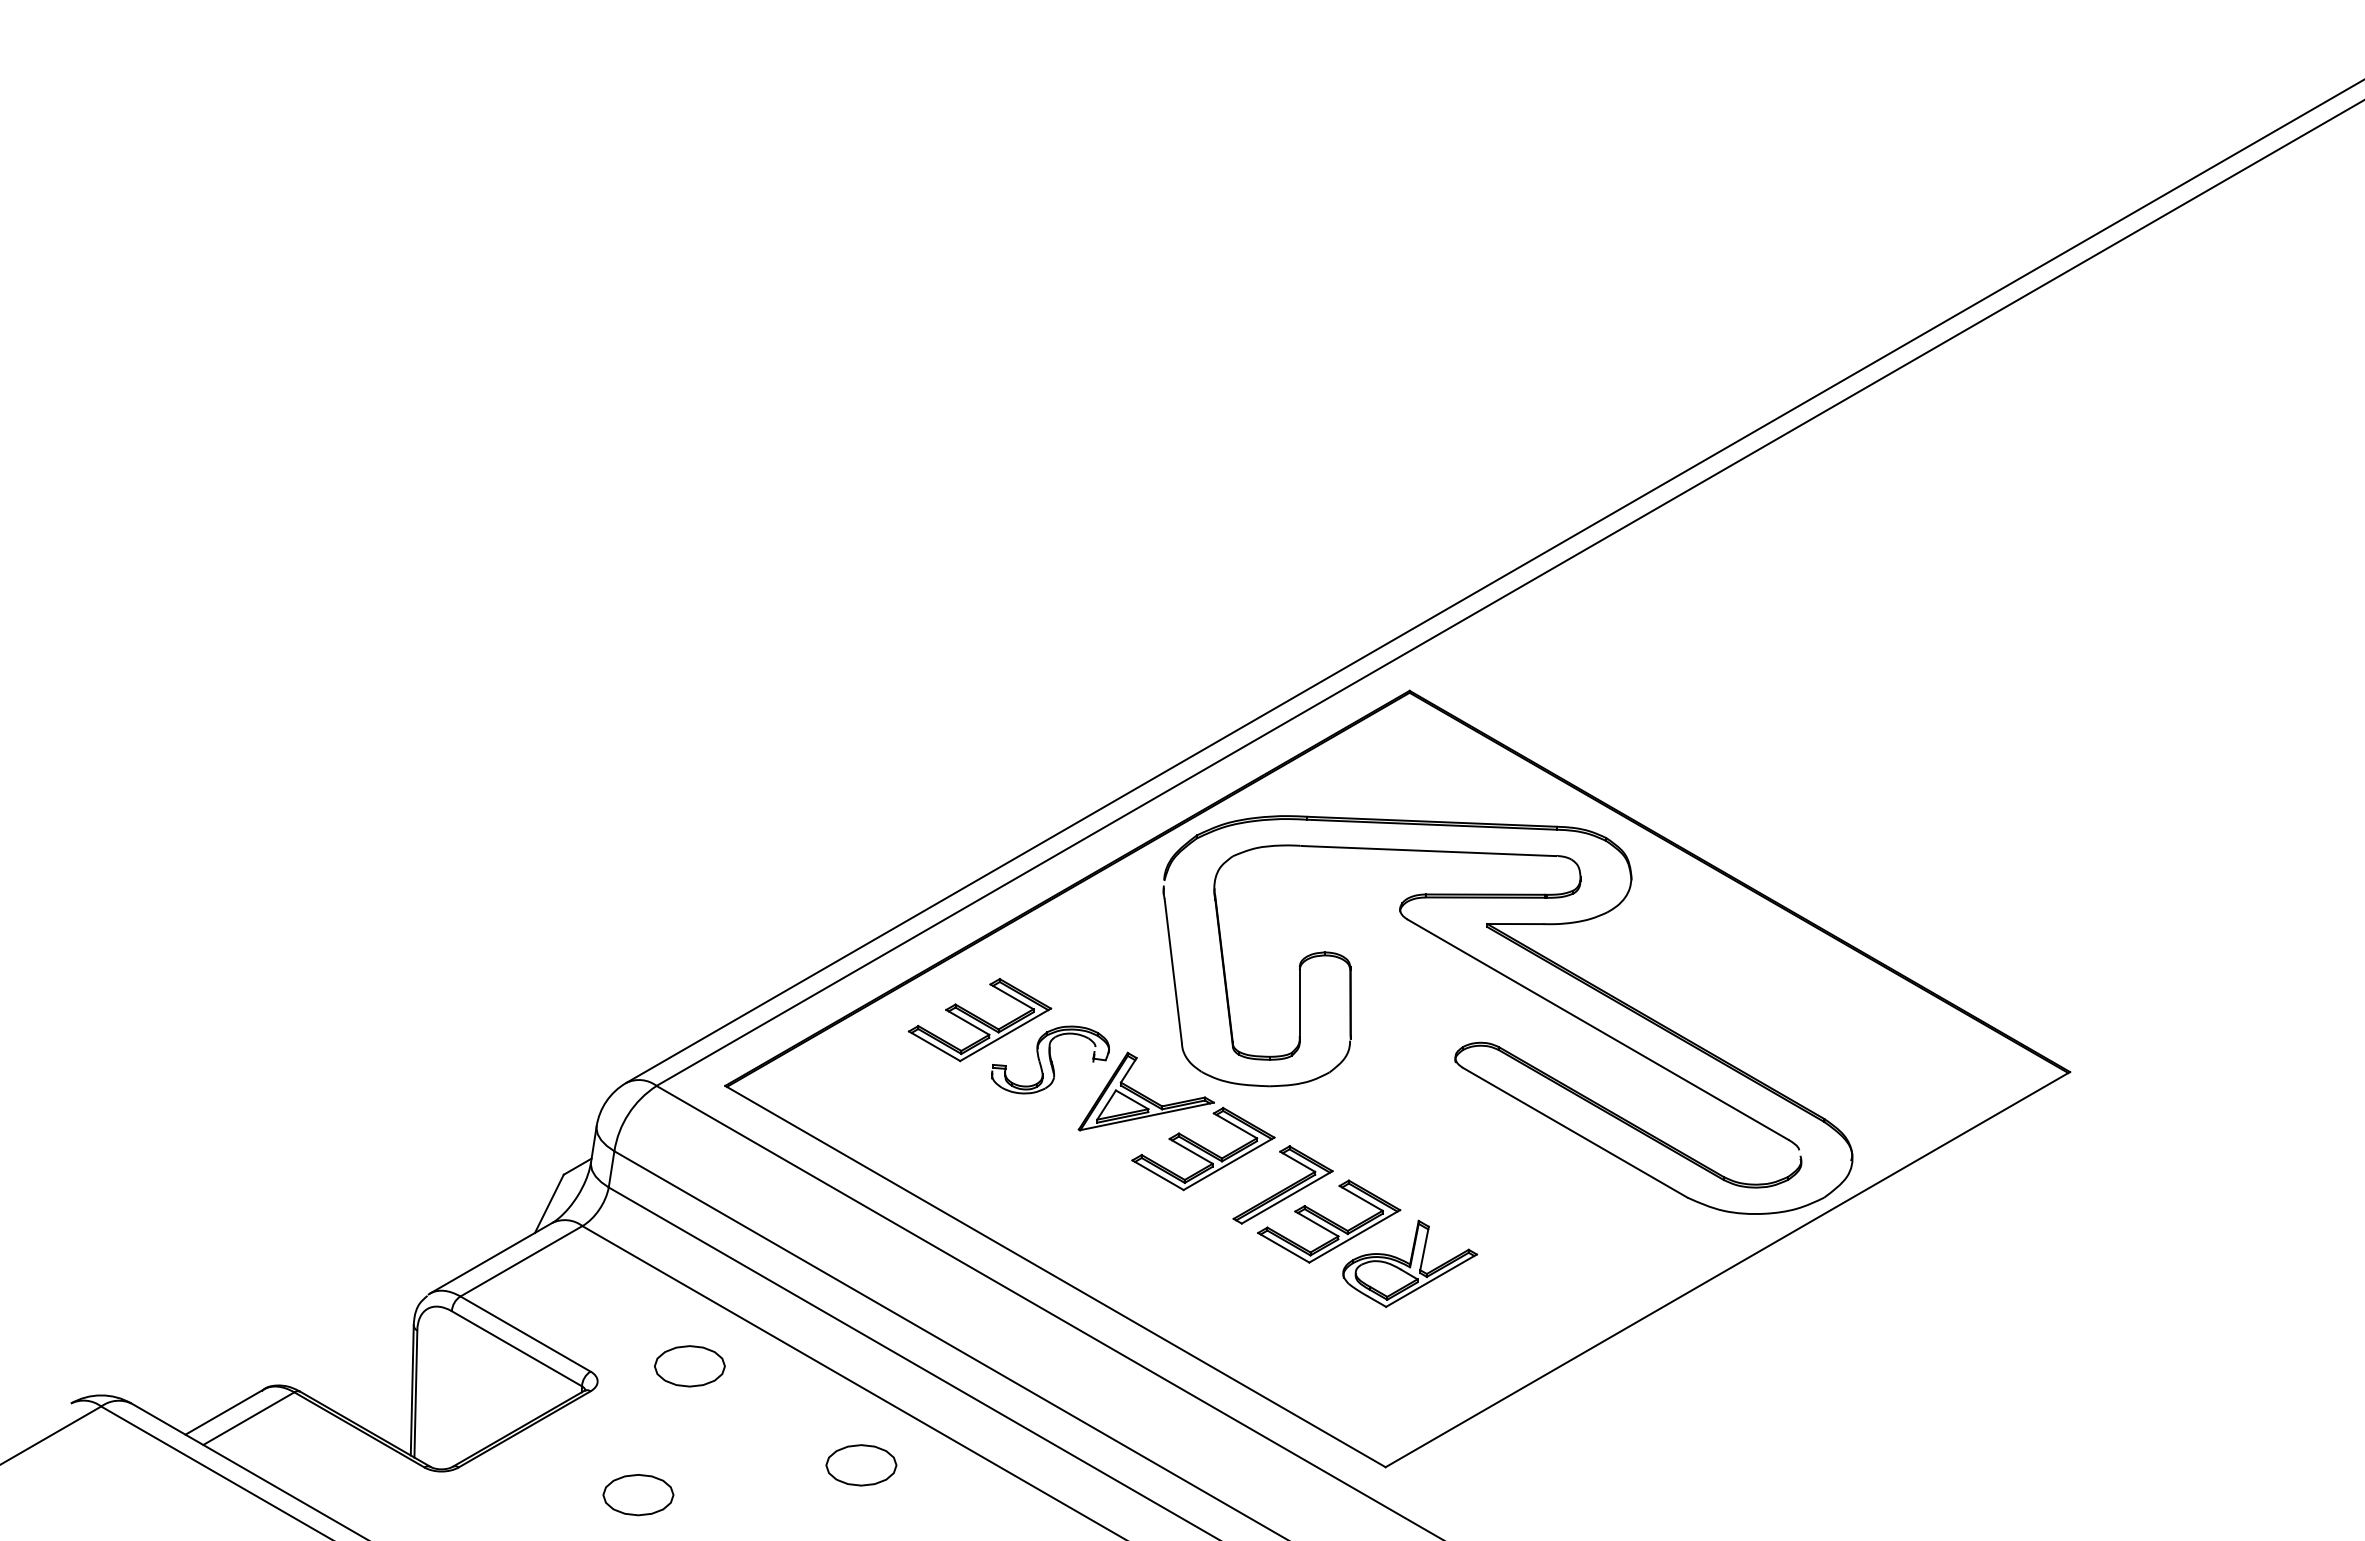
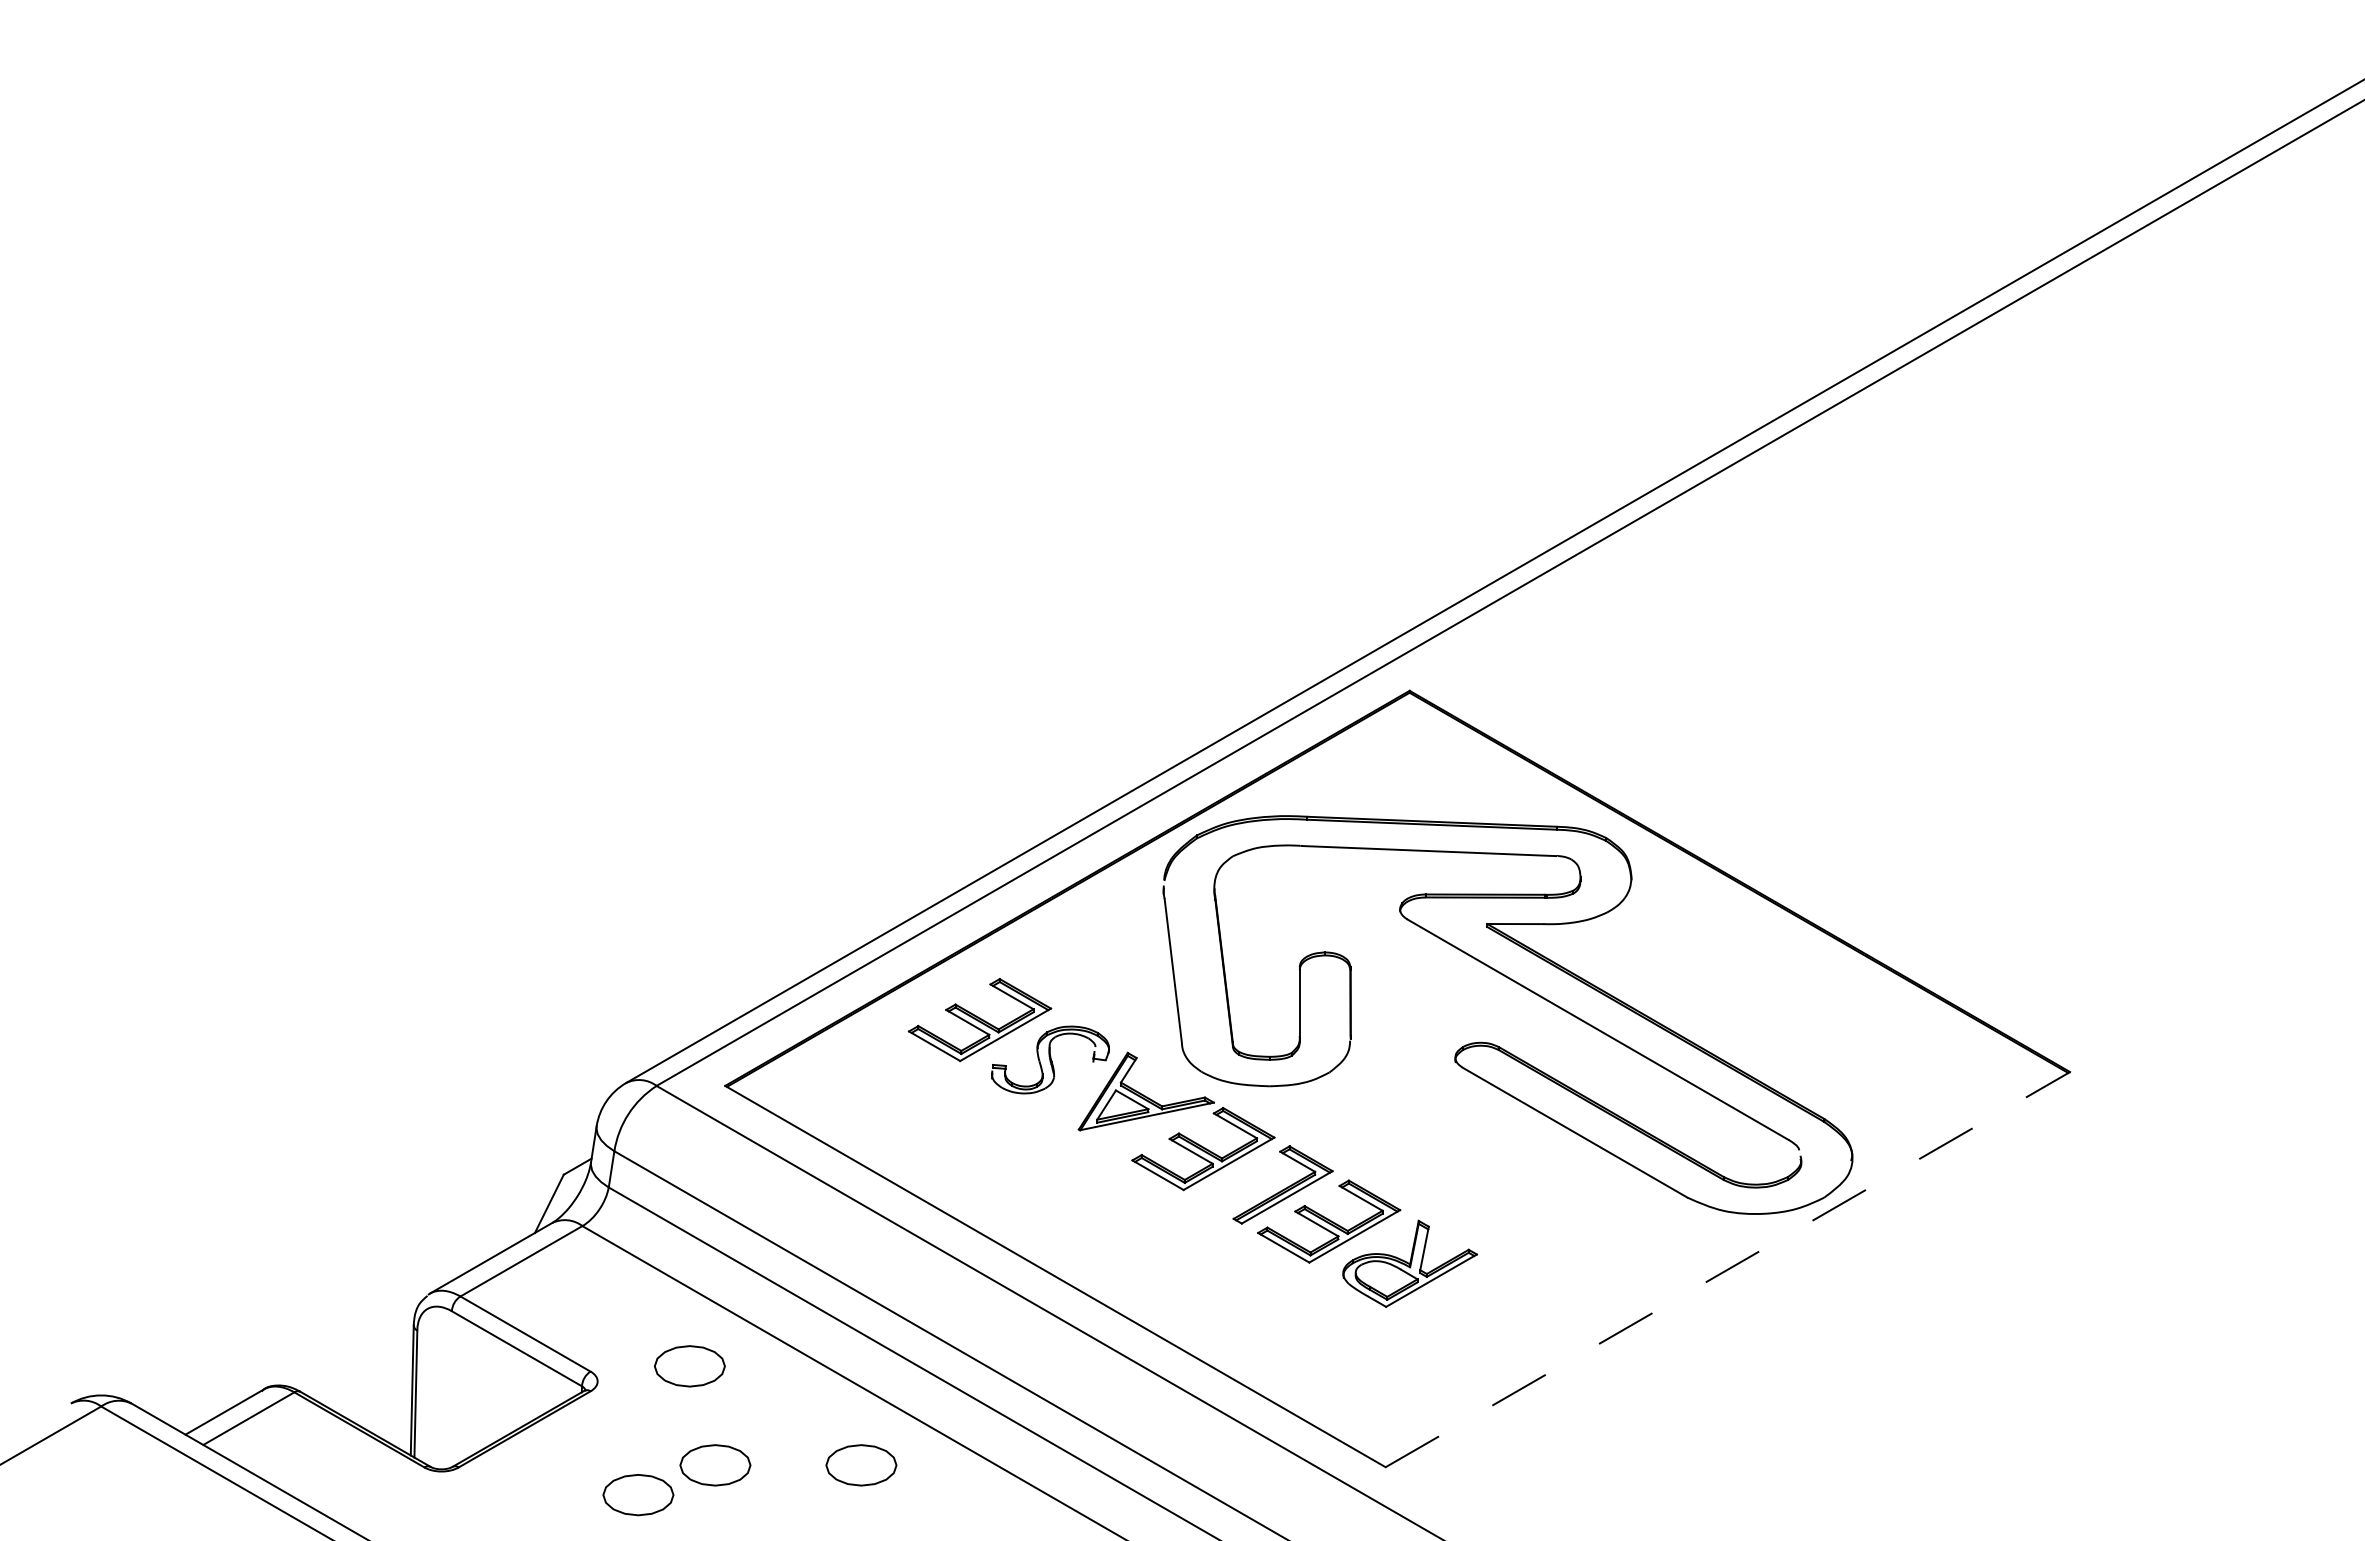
line at (1728, 1269): solid -> dashed
part at (715, 1465): none -> present
